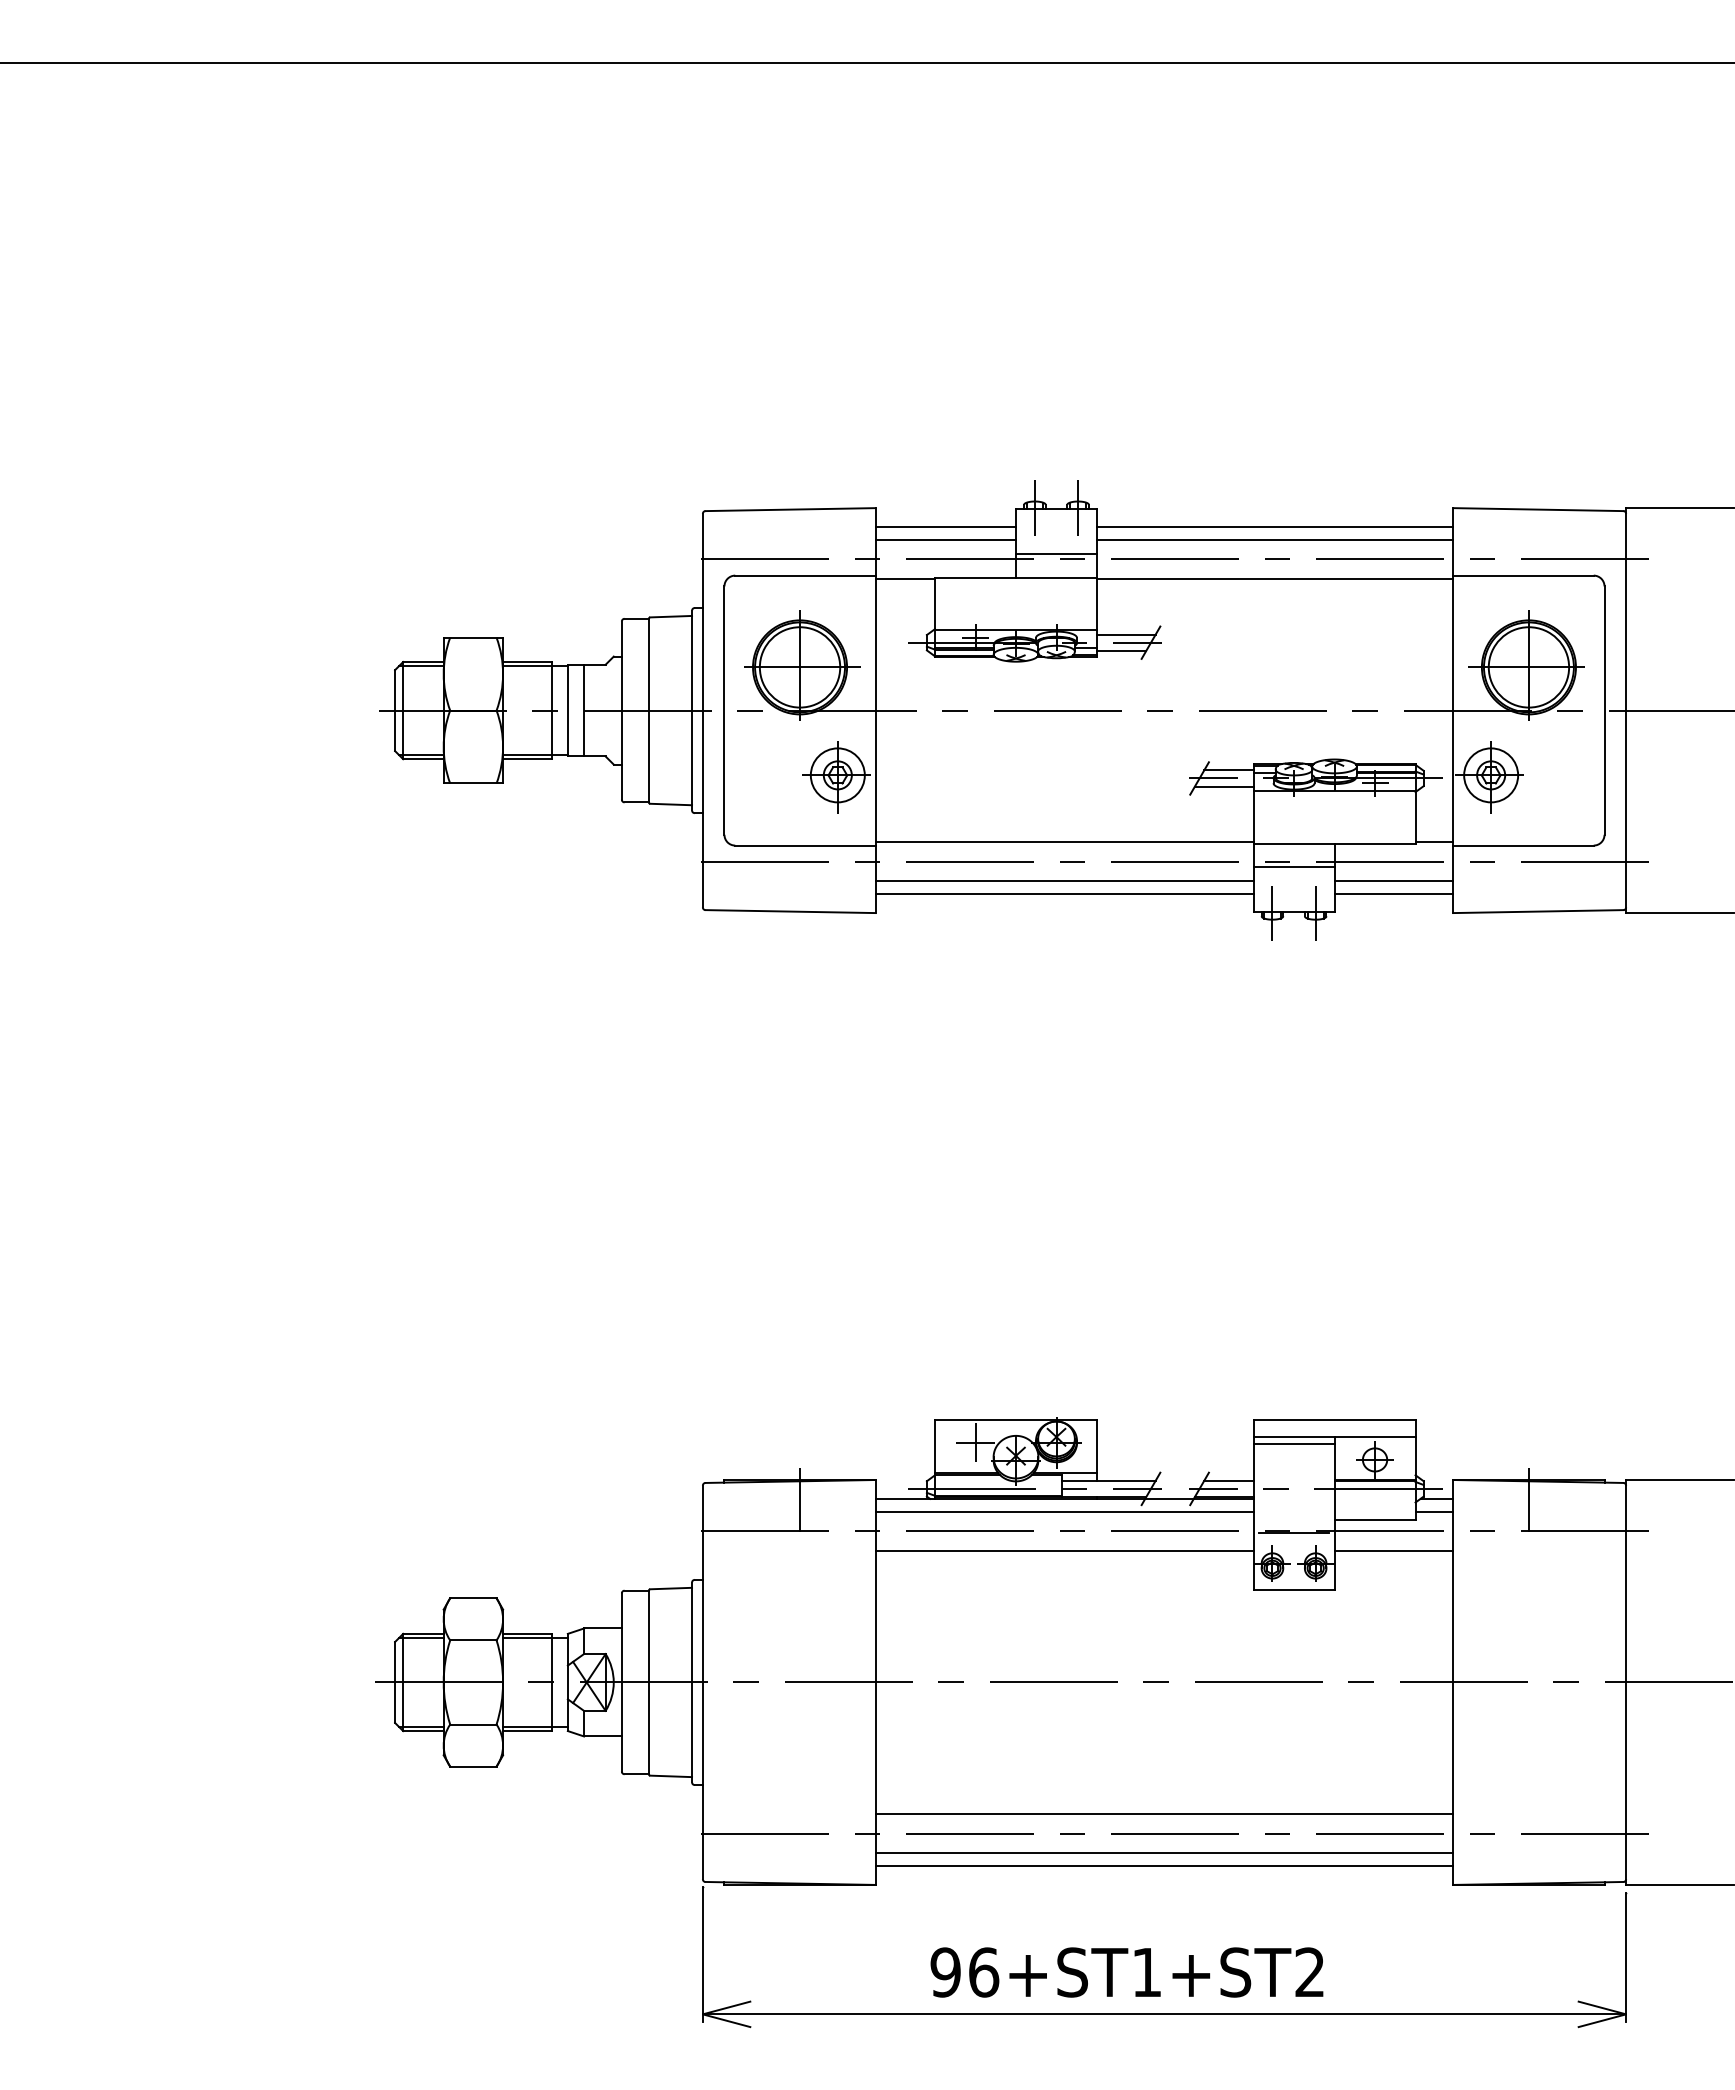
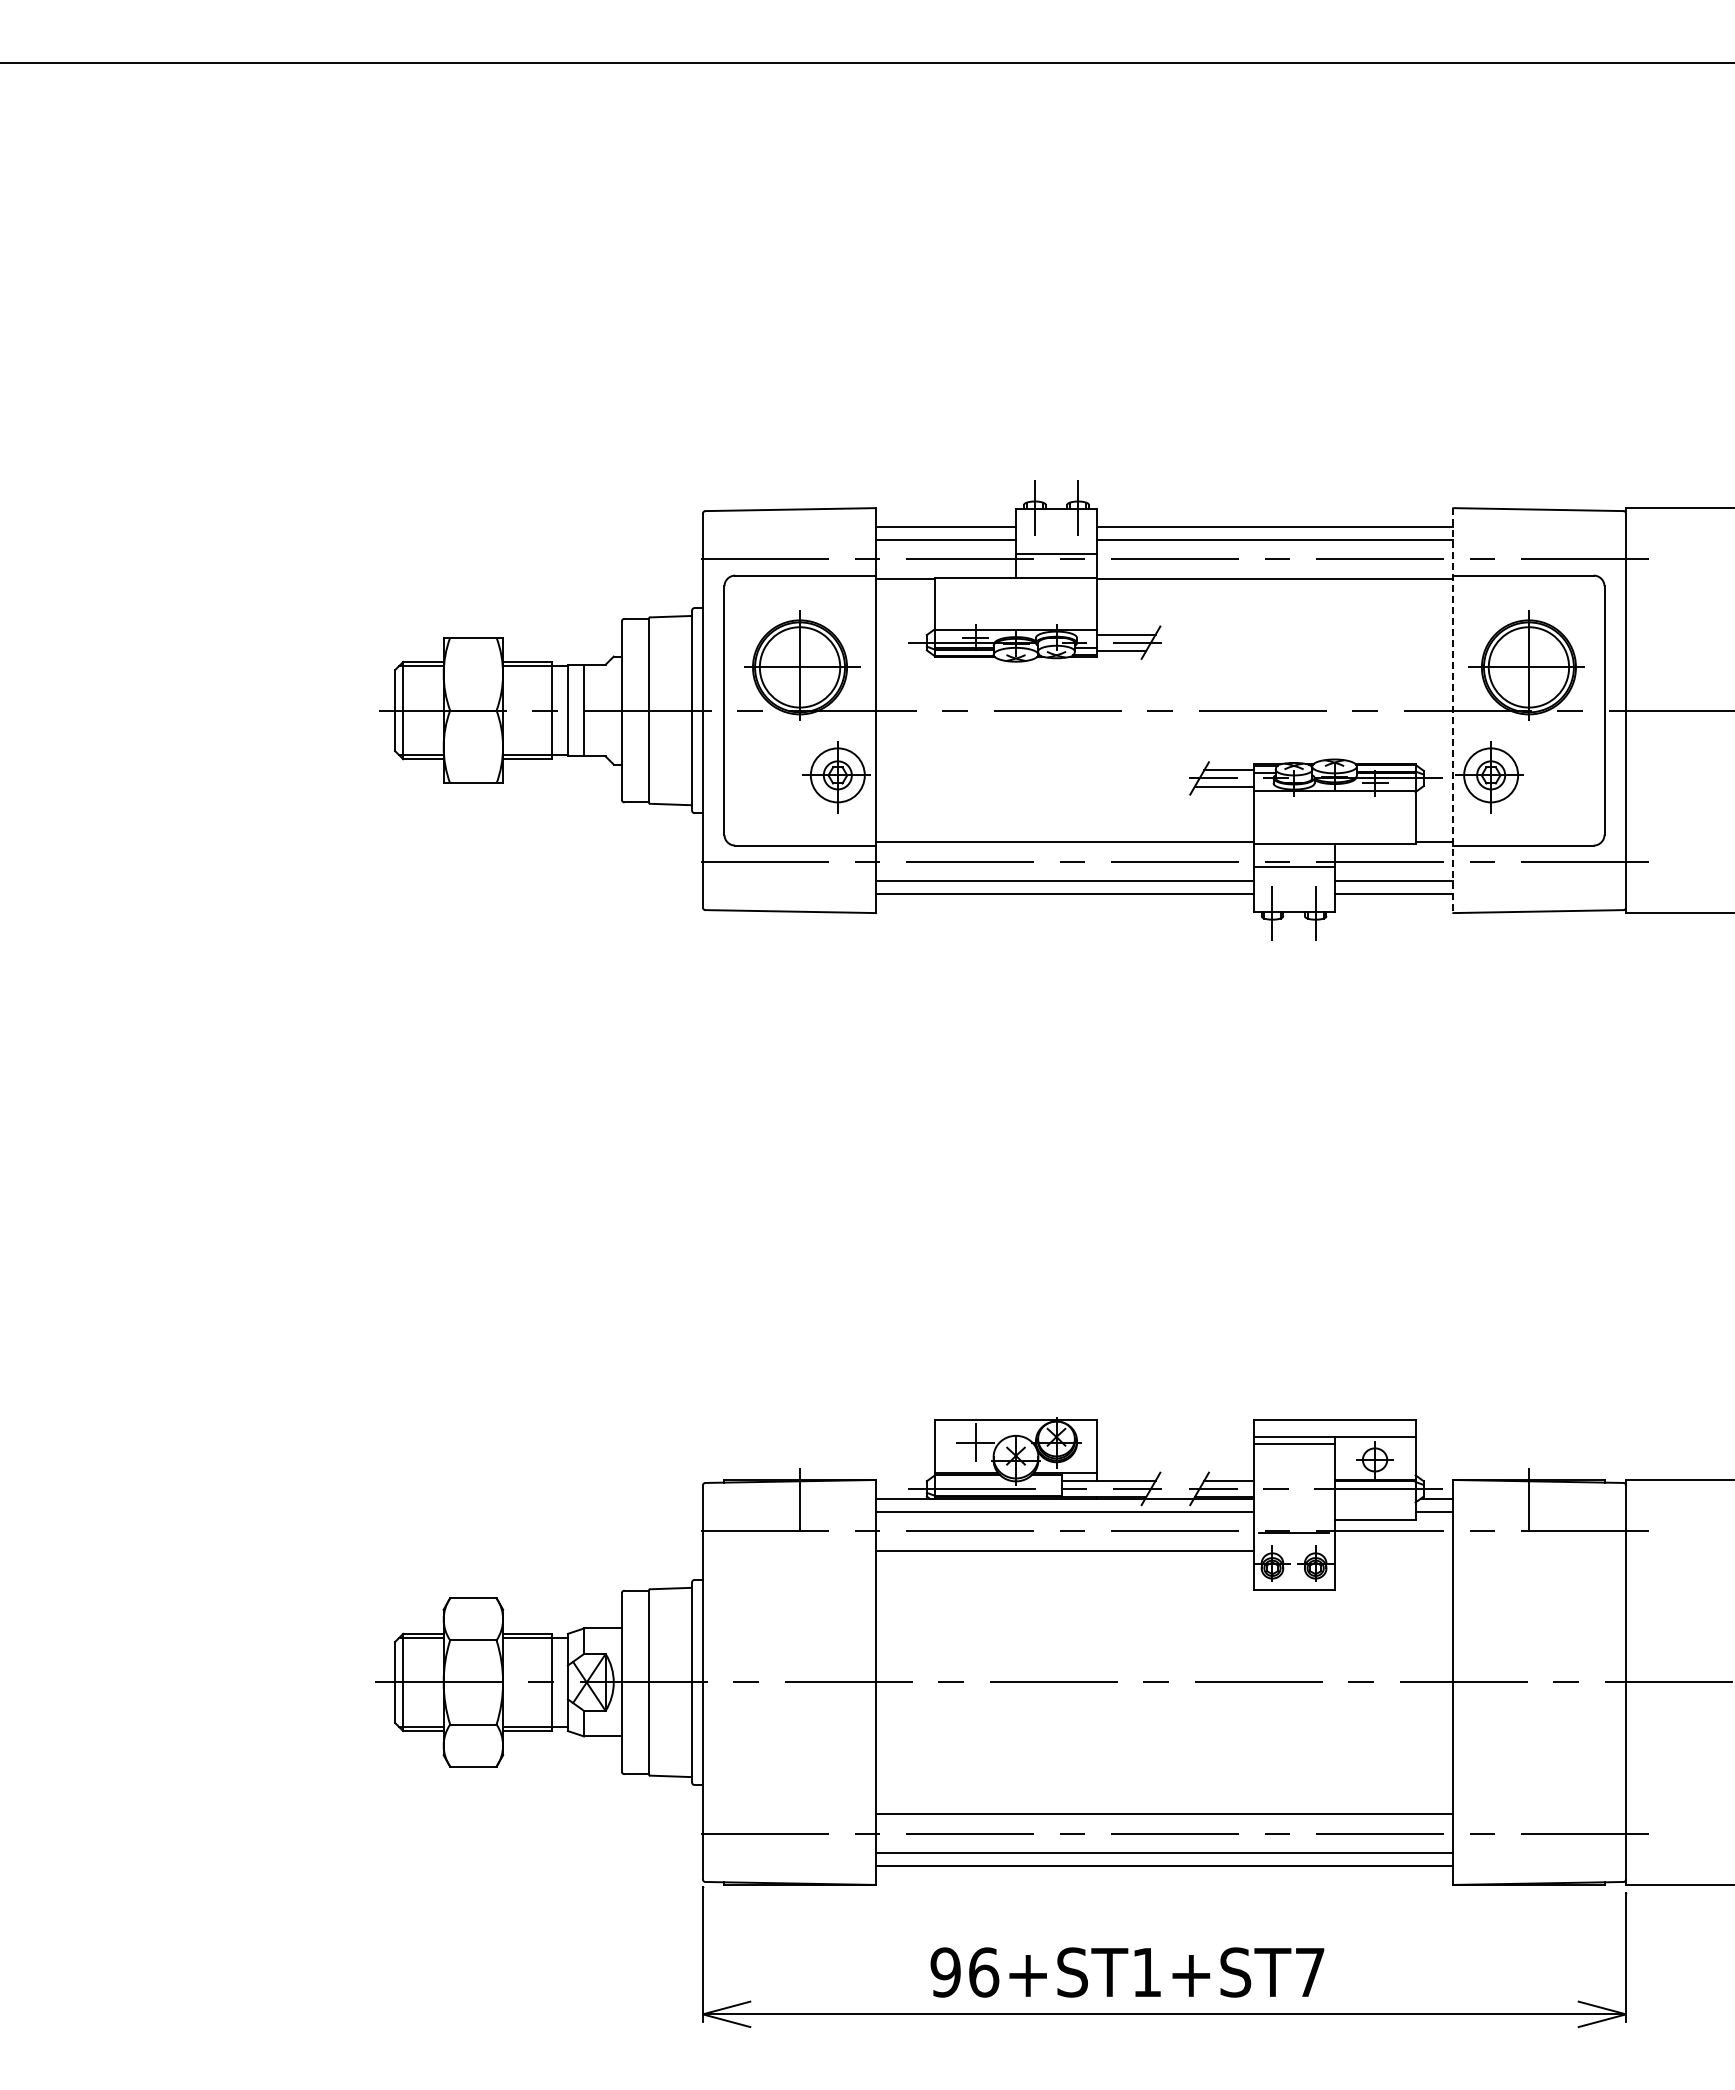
line at (1453, 711): solid -> dashed
line at (1393, 1550): present -> none
text at (1309, 1971): 96+ST1+ST2 -> 96+ST1+ST7
